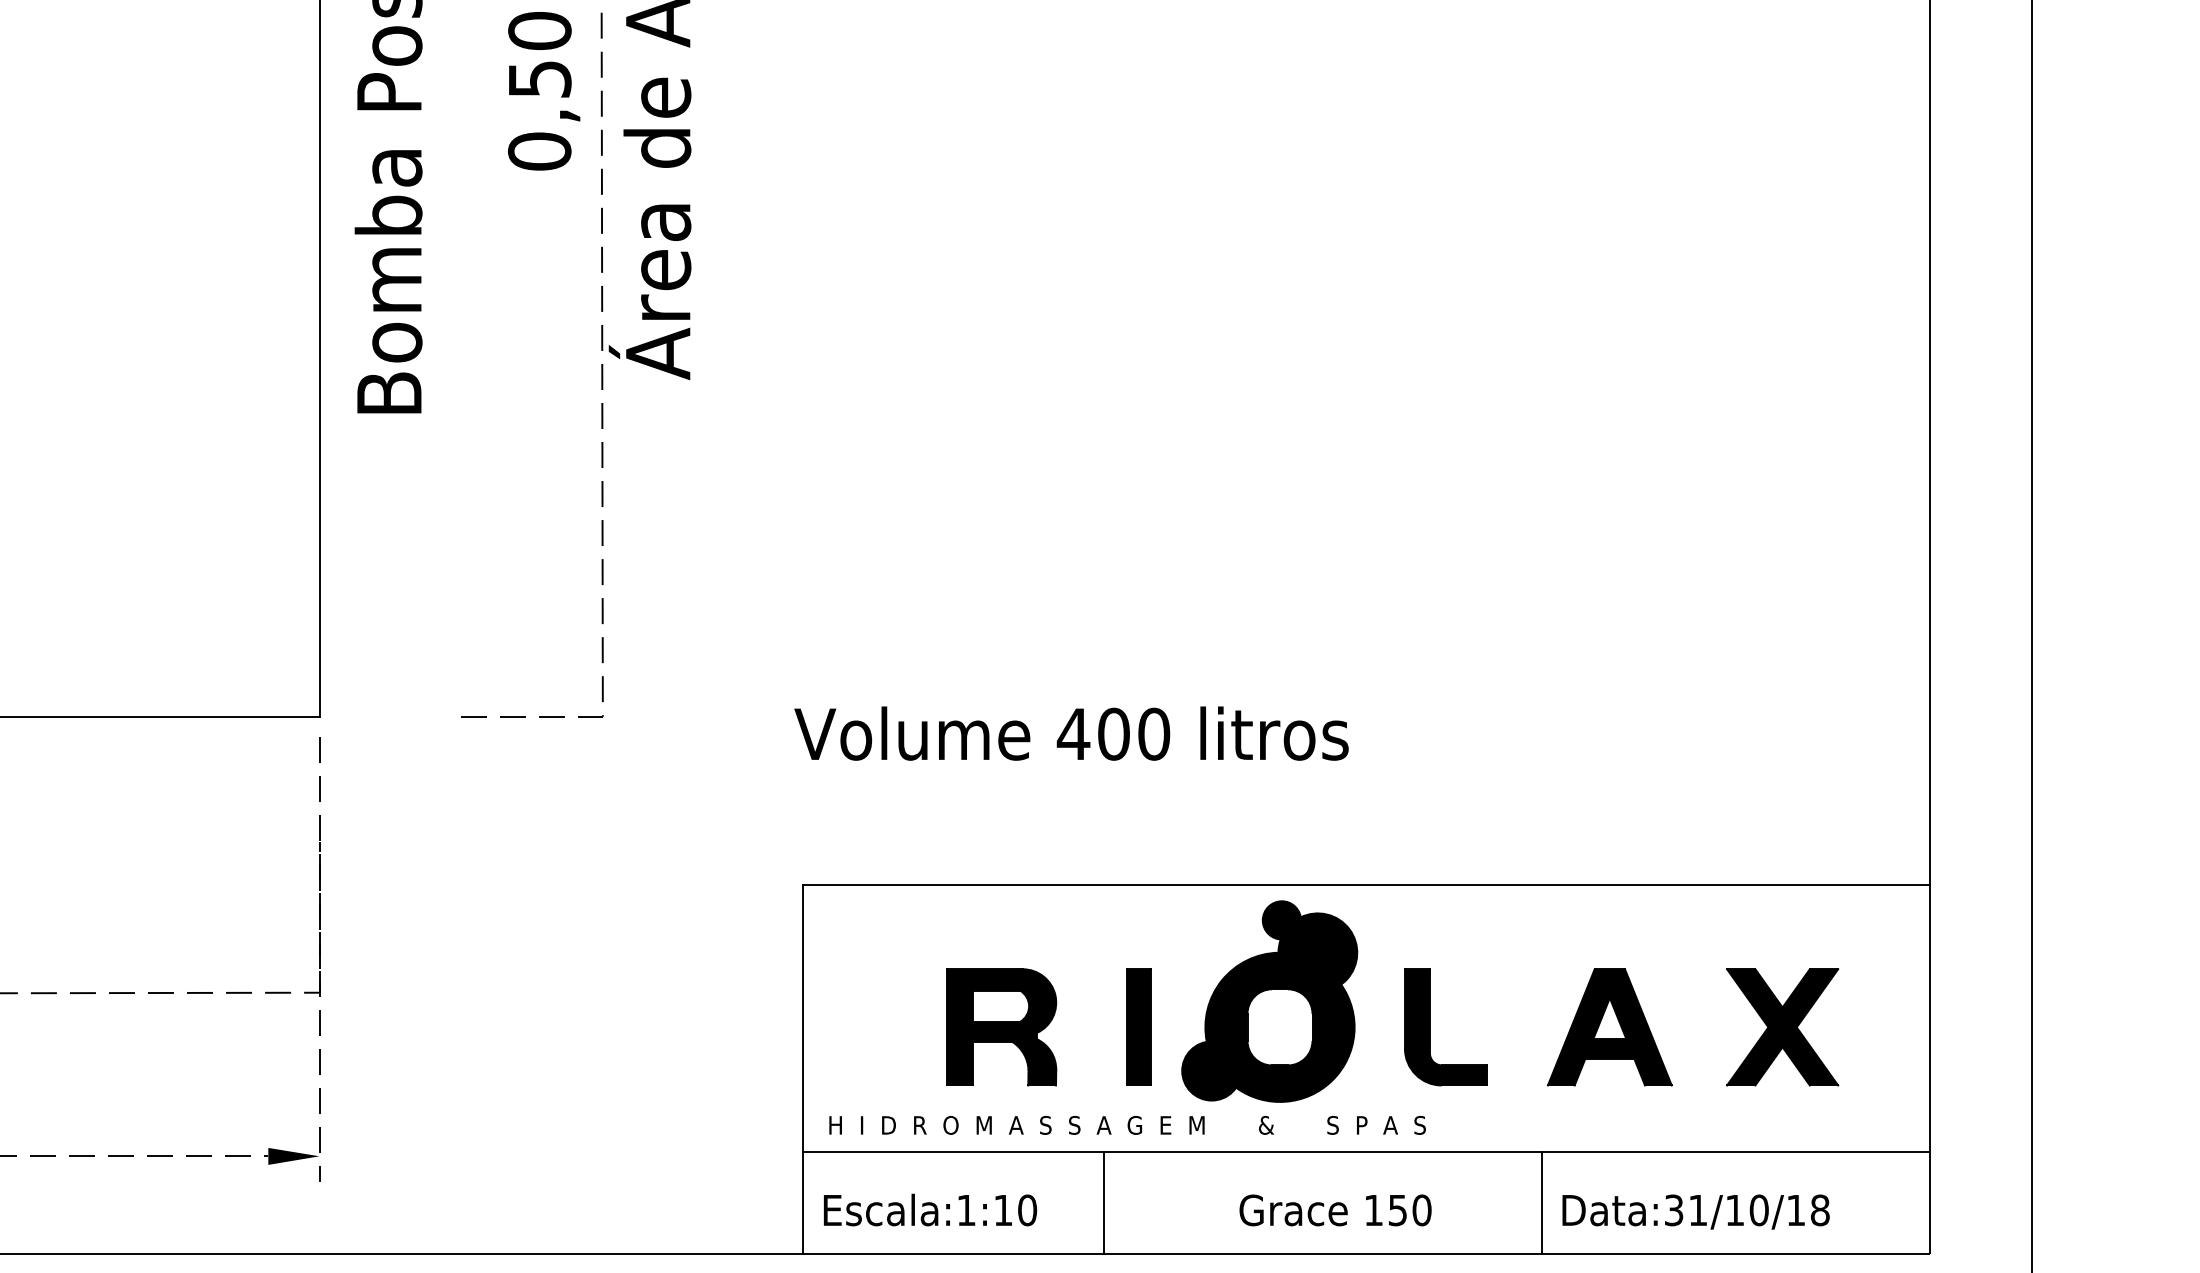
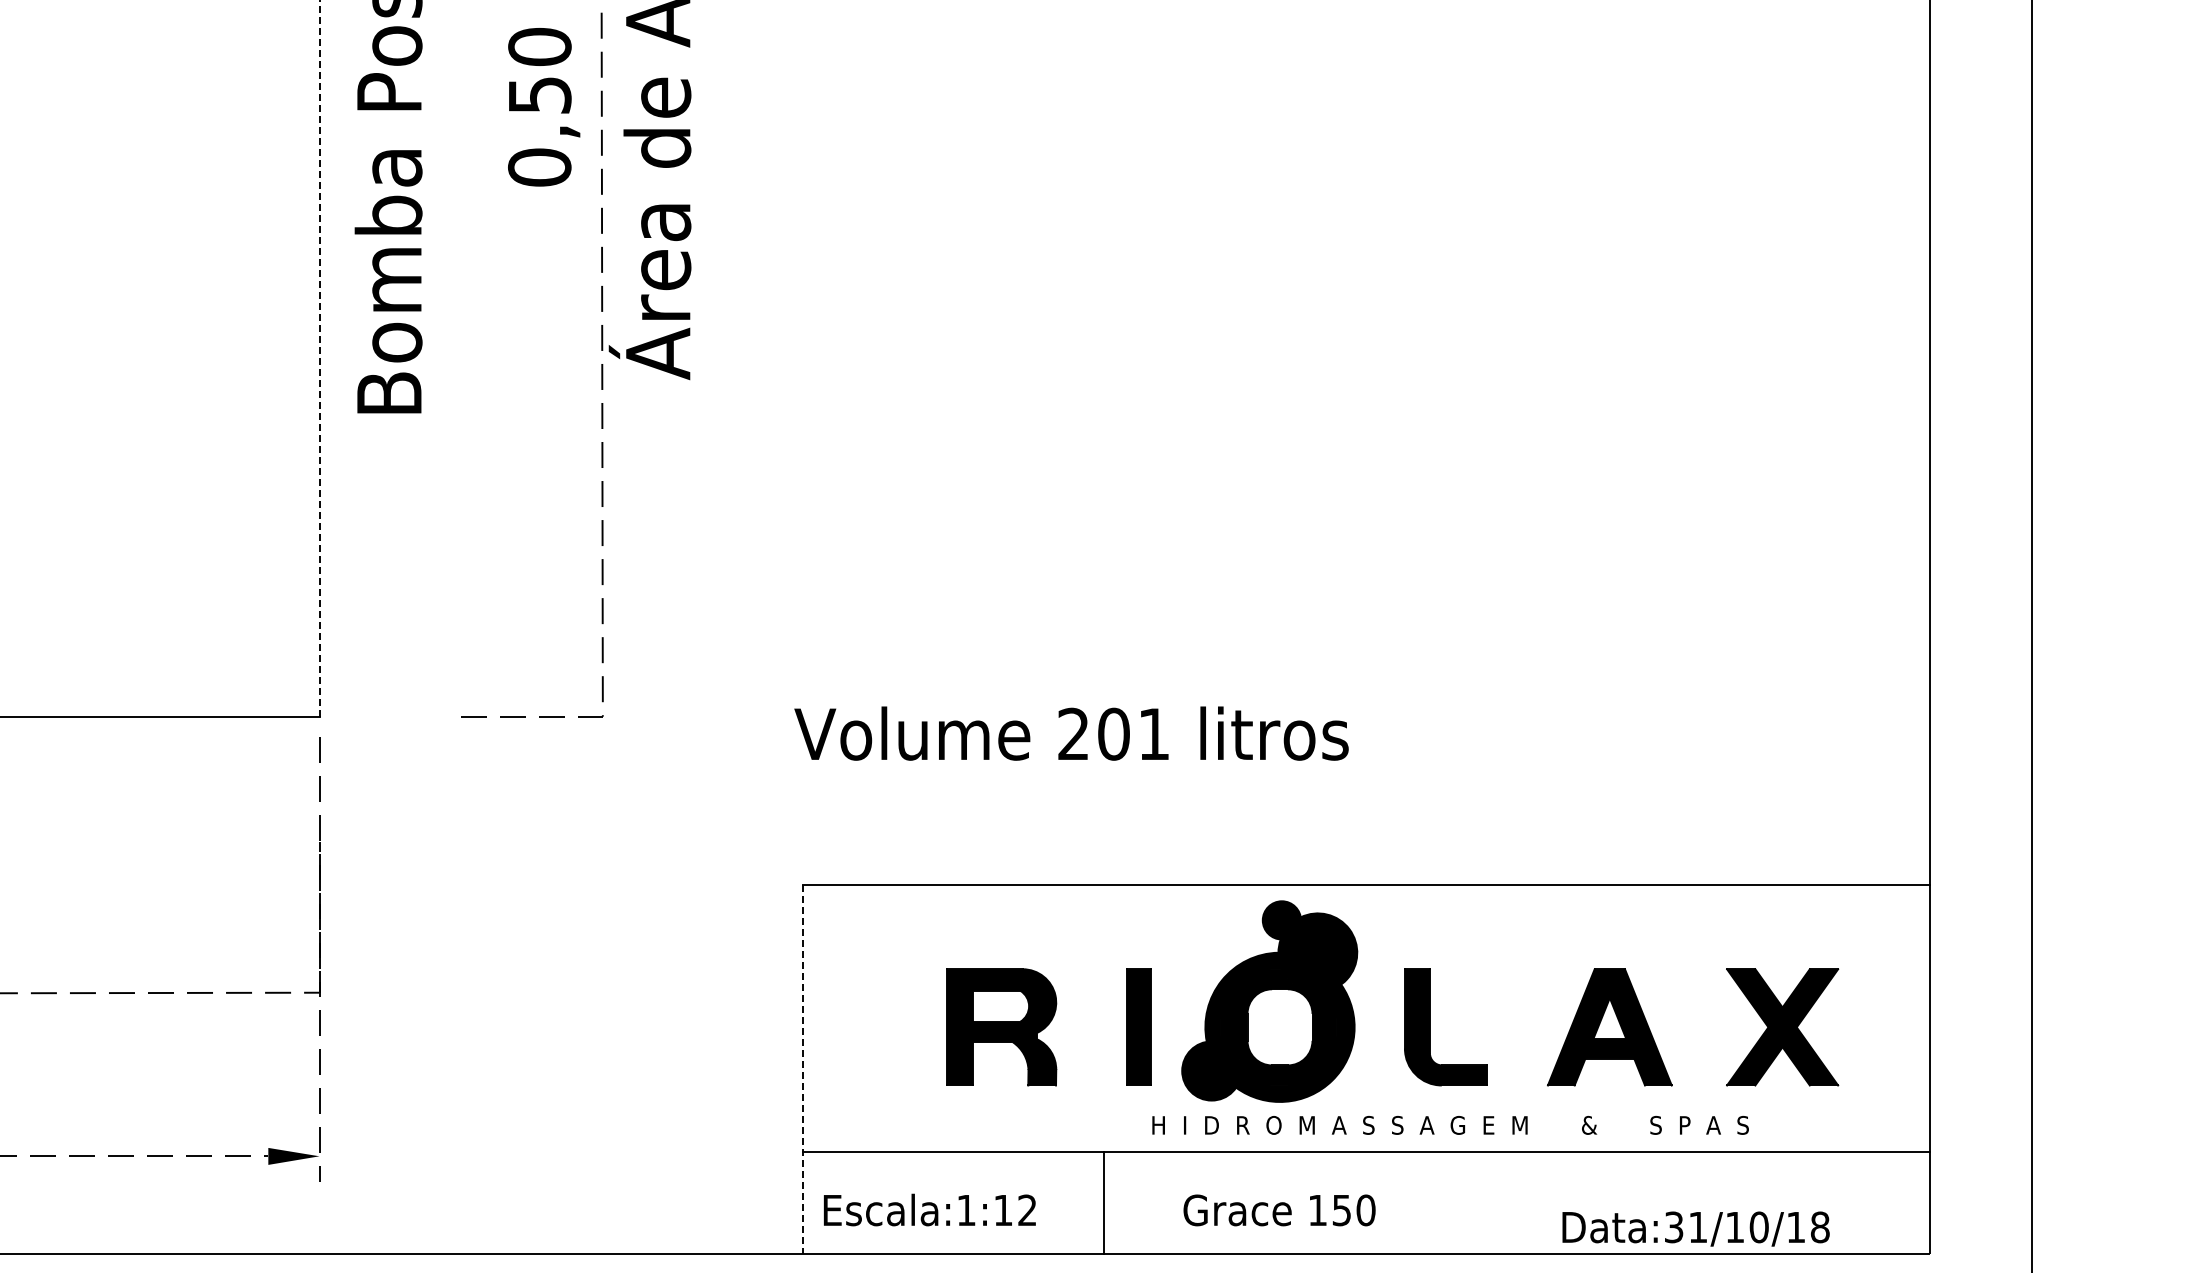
text at (544, 91) position: (544, 91) -> (544, 107)
line at (319, 358): solid -> dashed
text at (1113, 733): 400 -> 201
line at (802, 1070): solid -> dashed
text at (1127, 1125) position: (1127, 1125) -> (1450, 1125)
line at (1542, 1202): present -> none
text at (1027, 1210): Escala:1:10 -> Escala:1:12
text at (1335, 1210) position: (1335, 1210) -> (1279, 1210)
text at (1695, 1211) position: (1695, 1211) -> (1695, 1228)
